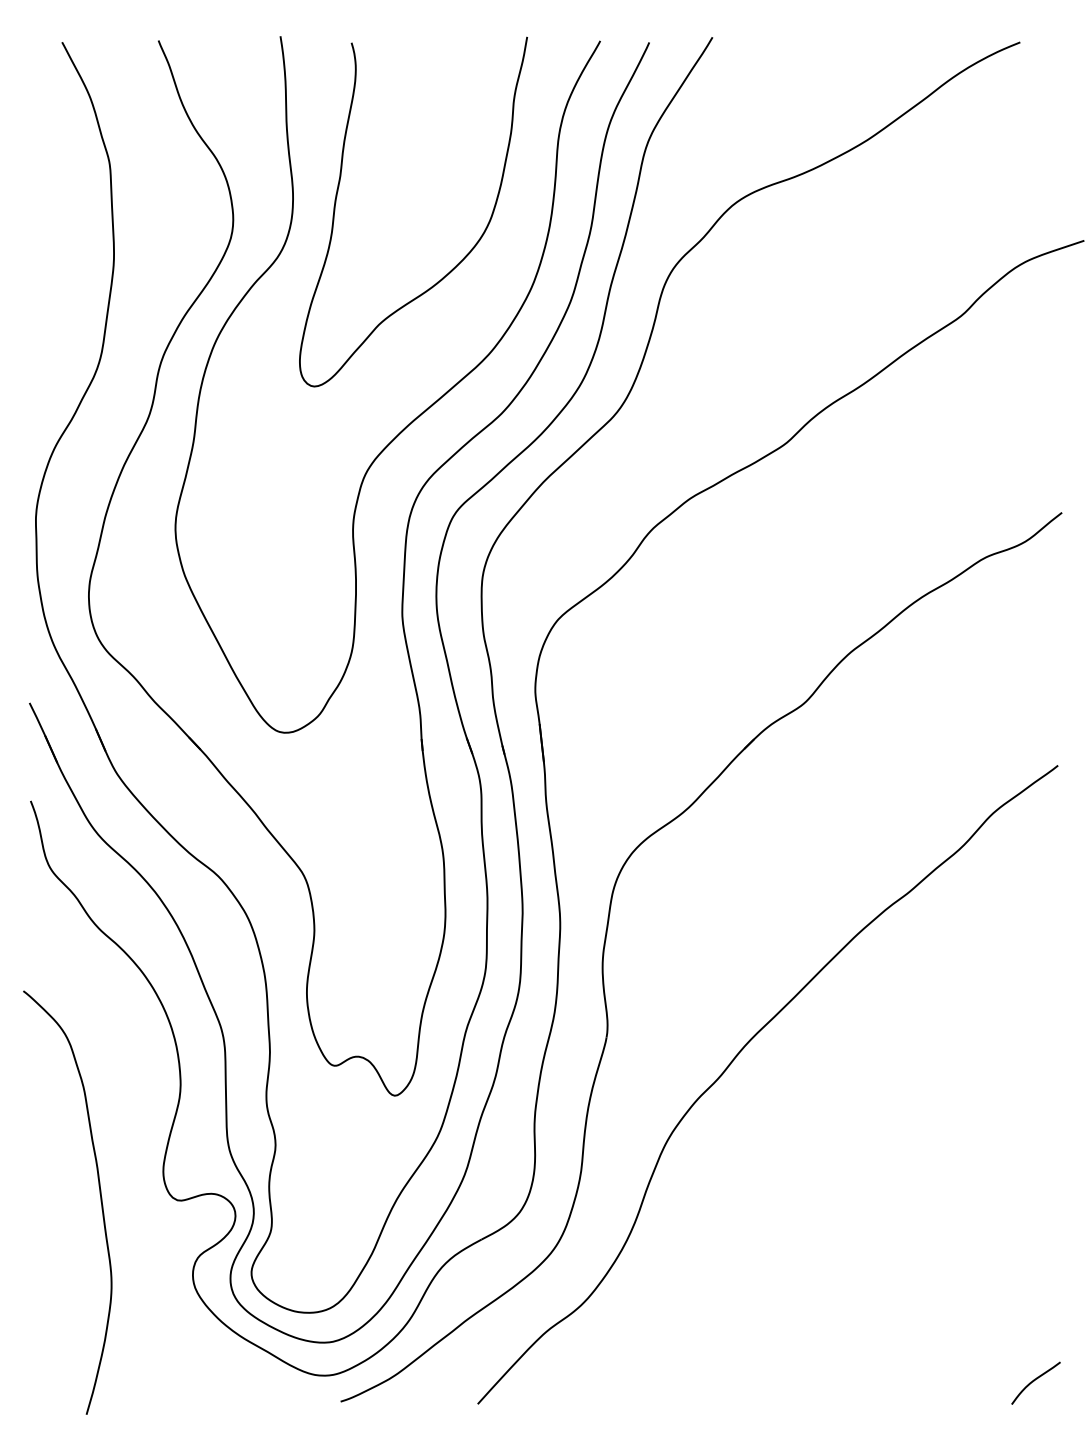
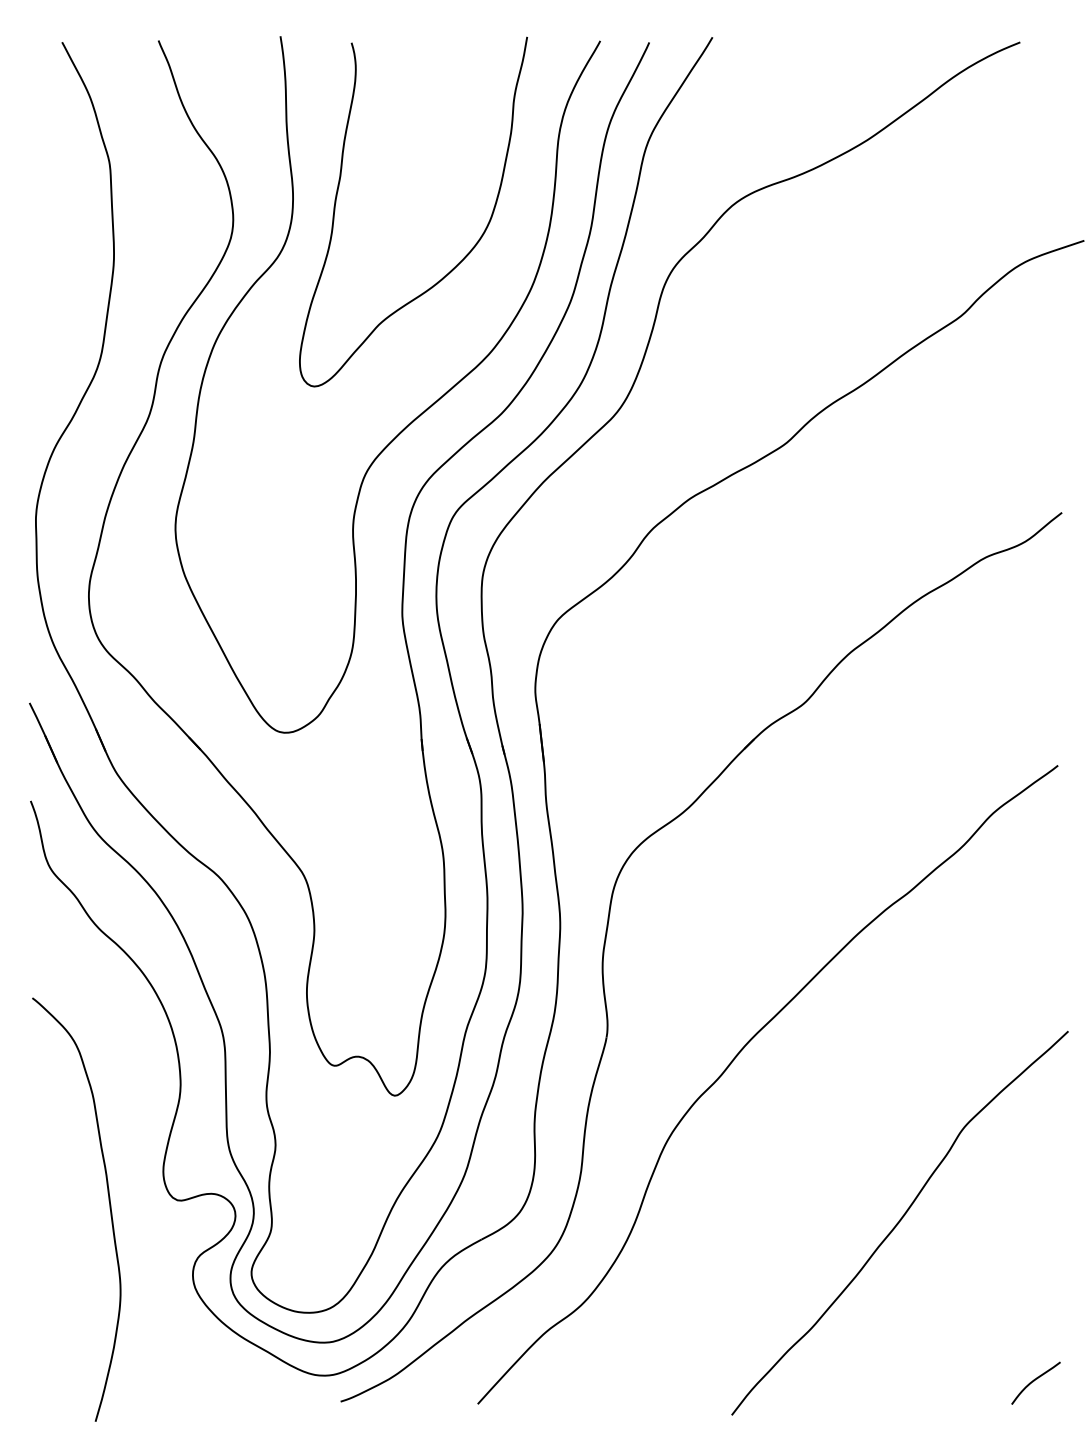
curve at (99, 1194) position: (99, 1194) -> (108, 1201)
curve at (899, 1222): none -> present
